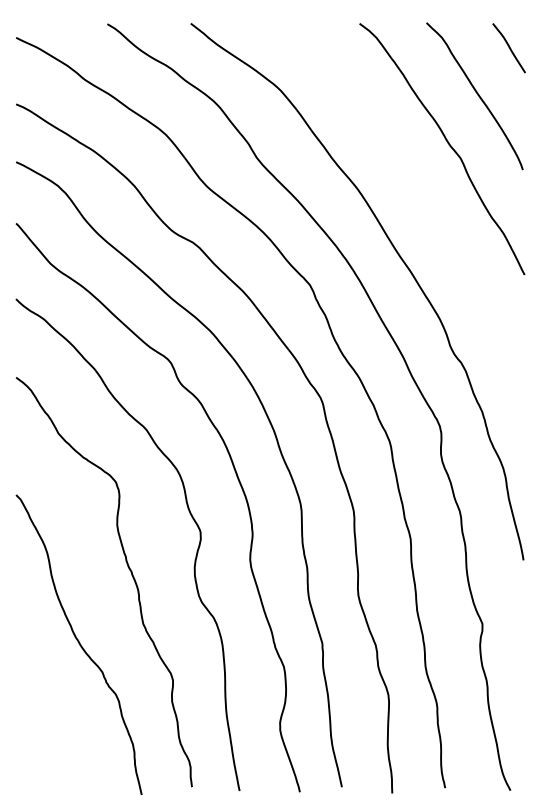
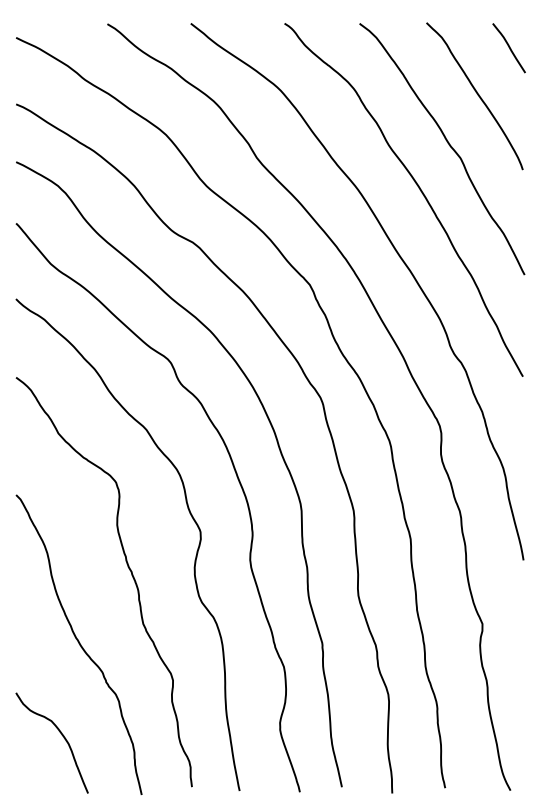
curve at (418, 188): none -> present
curve at (61, 735): none -> present
